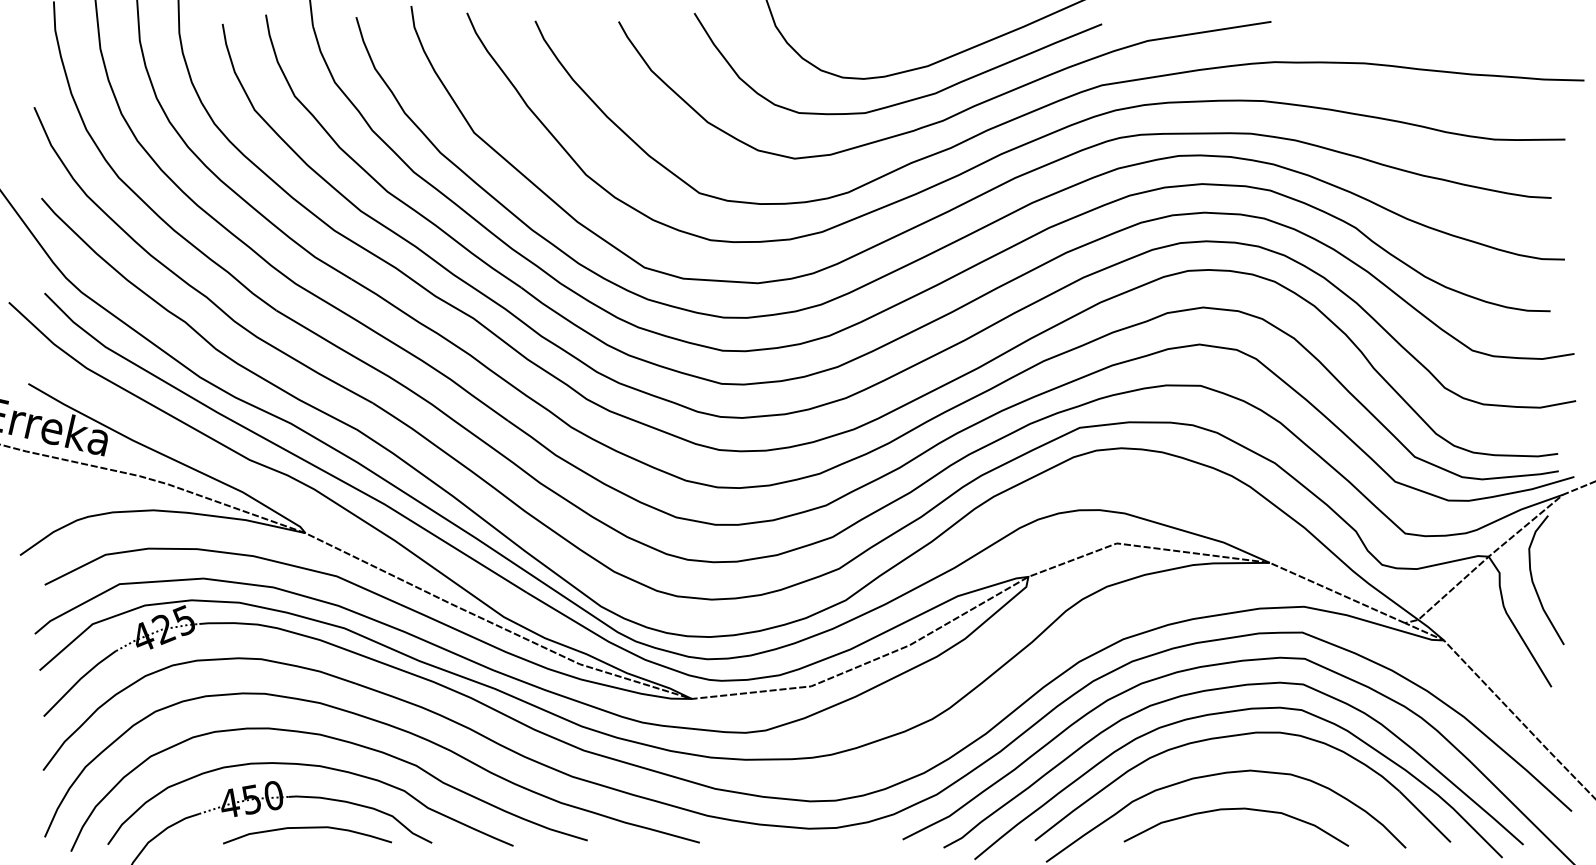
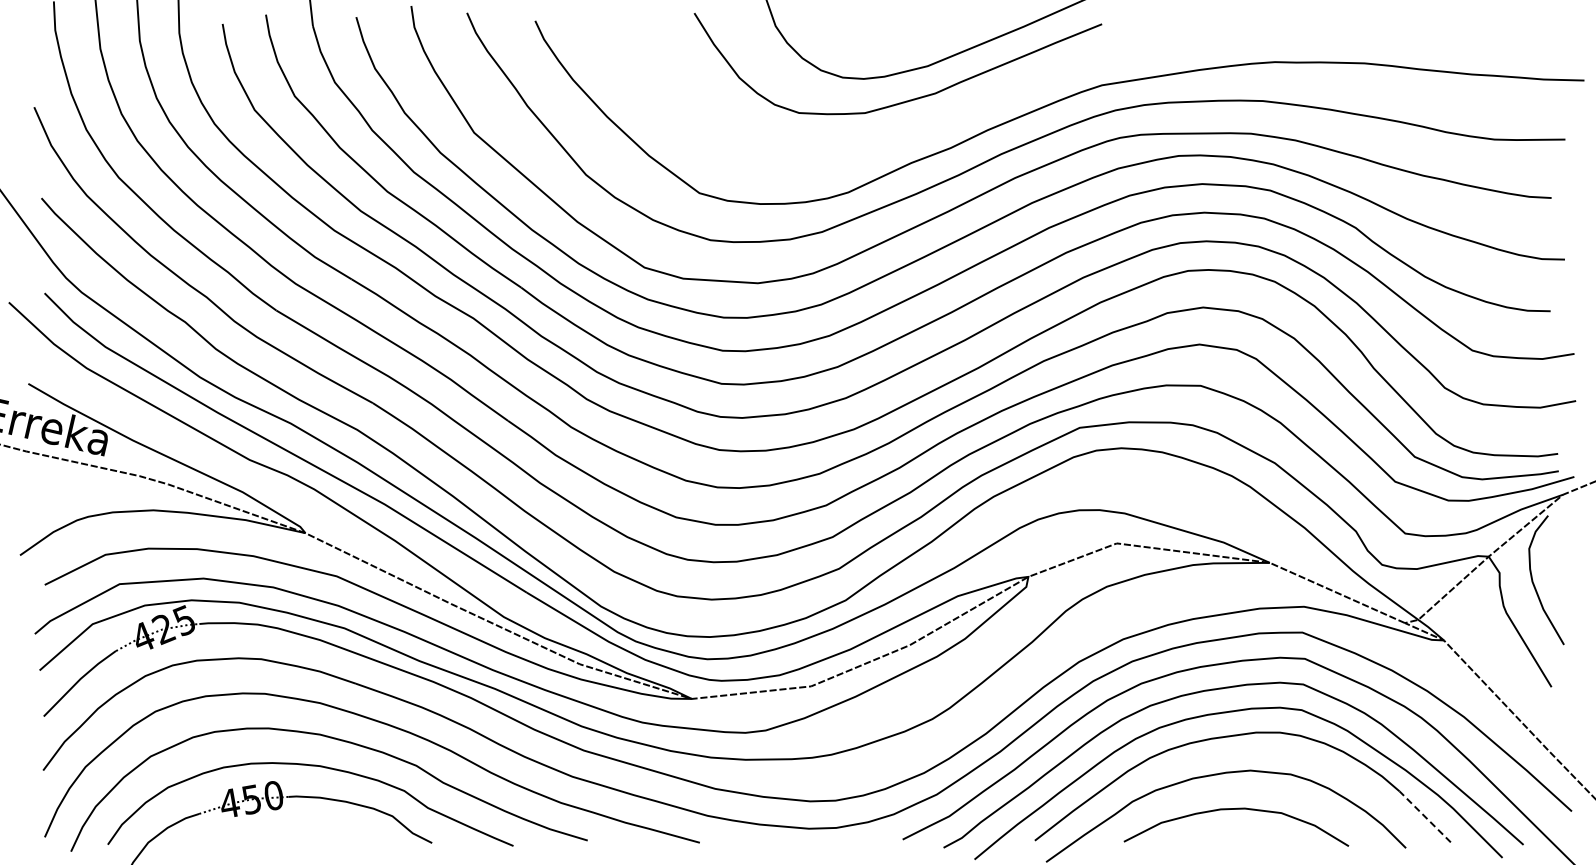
curve at (955, 113): present -> none
line at (1424, 816): solid -> dashed
curve at (307, 828): present -> none
